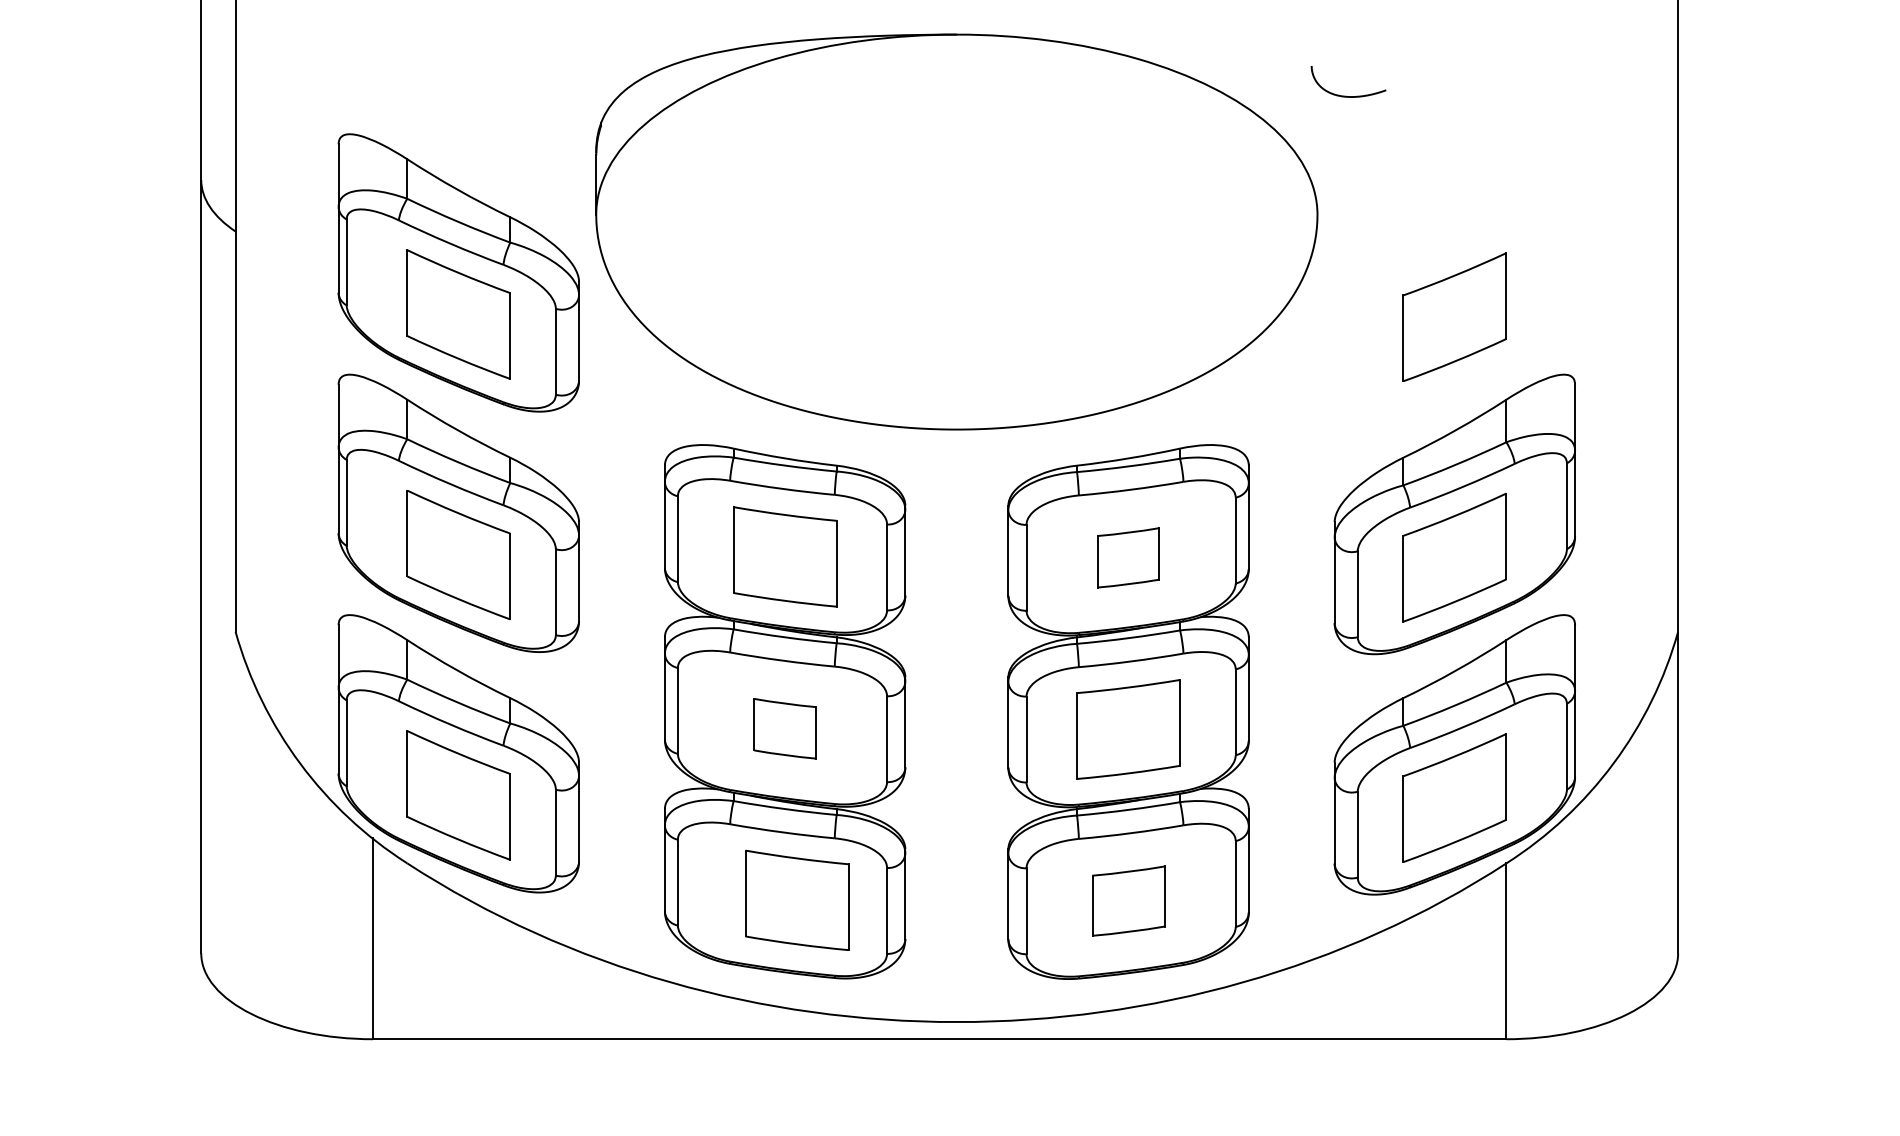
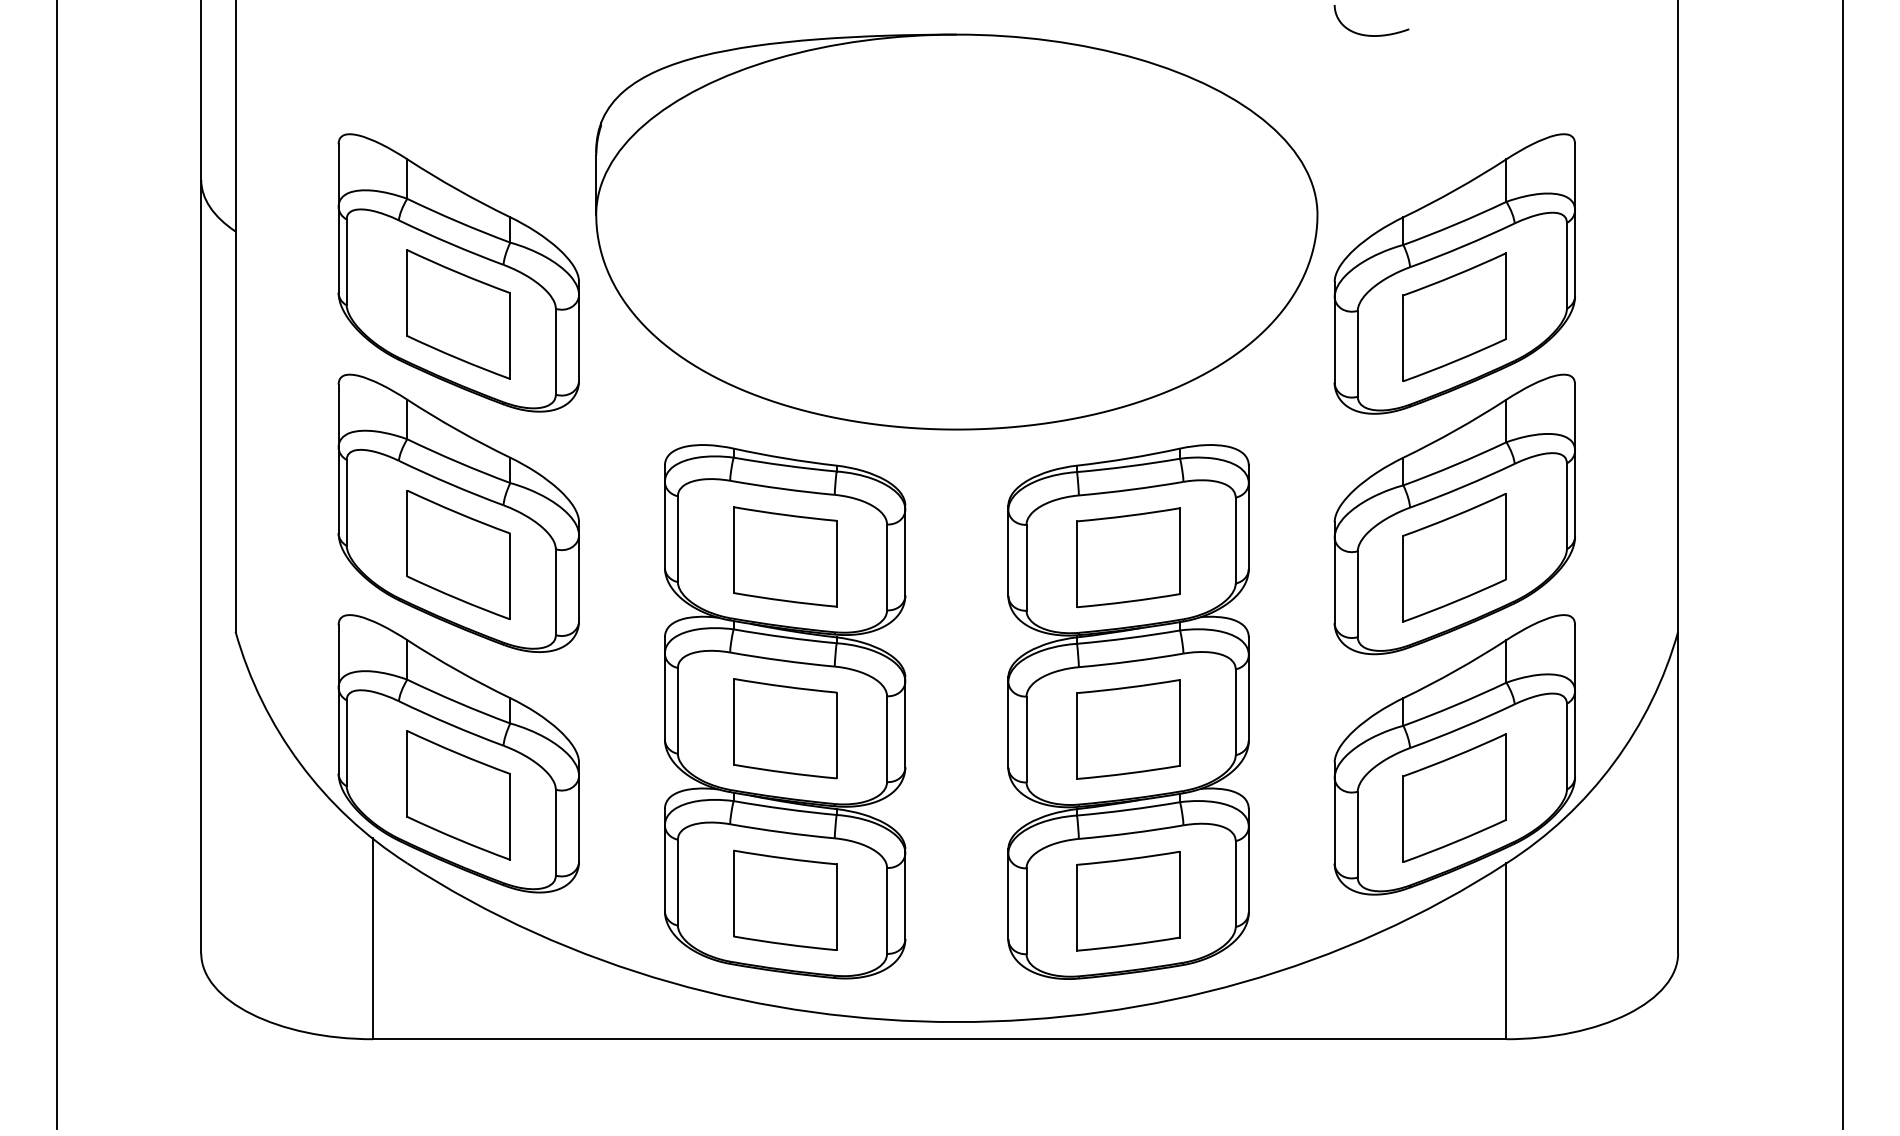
curve at (1346, 95) position: (1346, 95) -> (1369, 34)
part at (1454, 273): none -> present
part at (1128, 557) size: 63x62 px -> 105x102 px
line at (56, 565): none -> present
line at (1842, 565): none -> present
part at (784, 728) size: 64x62 px -> 105x102 px
part at (797, 899) position: (797, 899) -> (785, 899)
part at (1128, 900) size: 74x72 px -> 105x102 px
